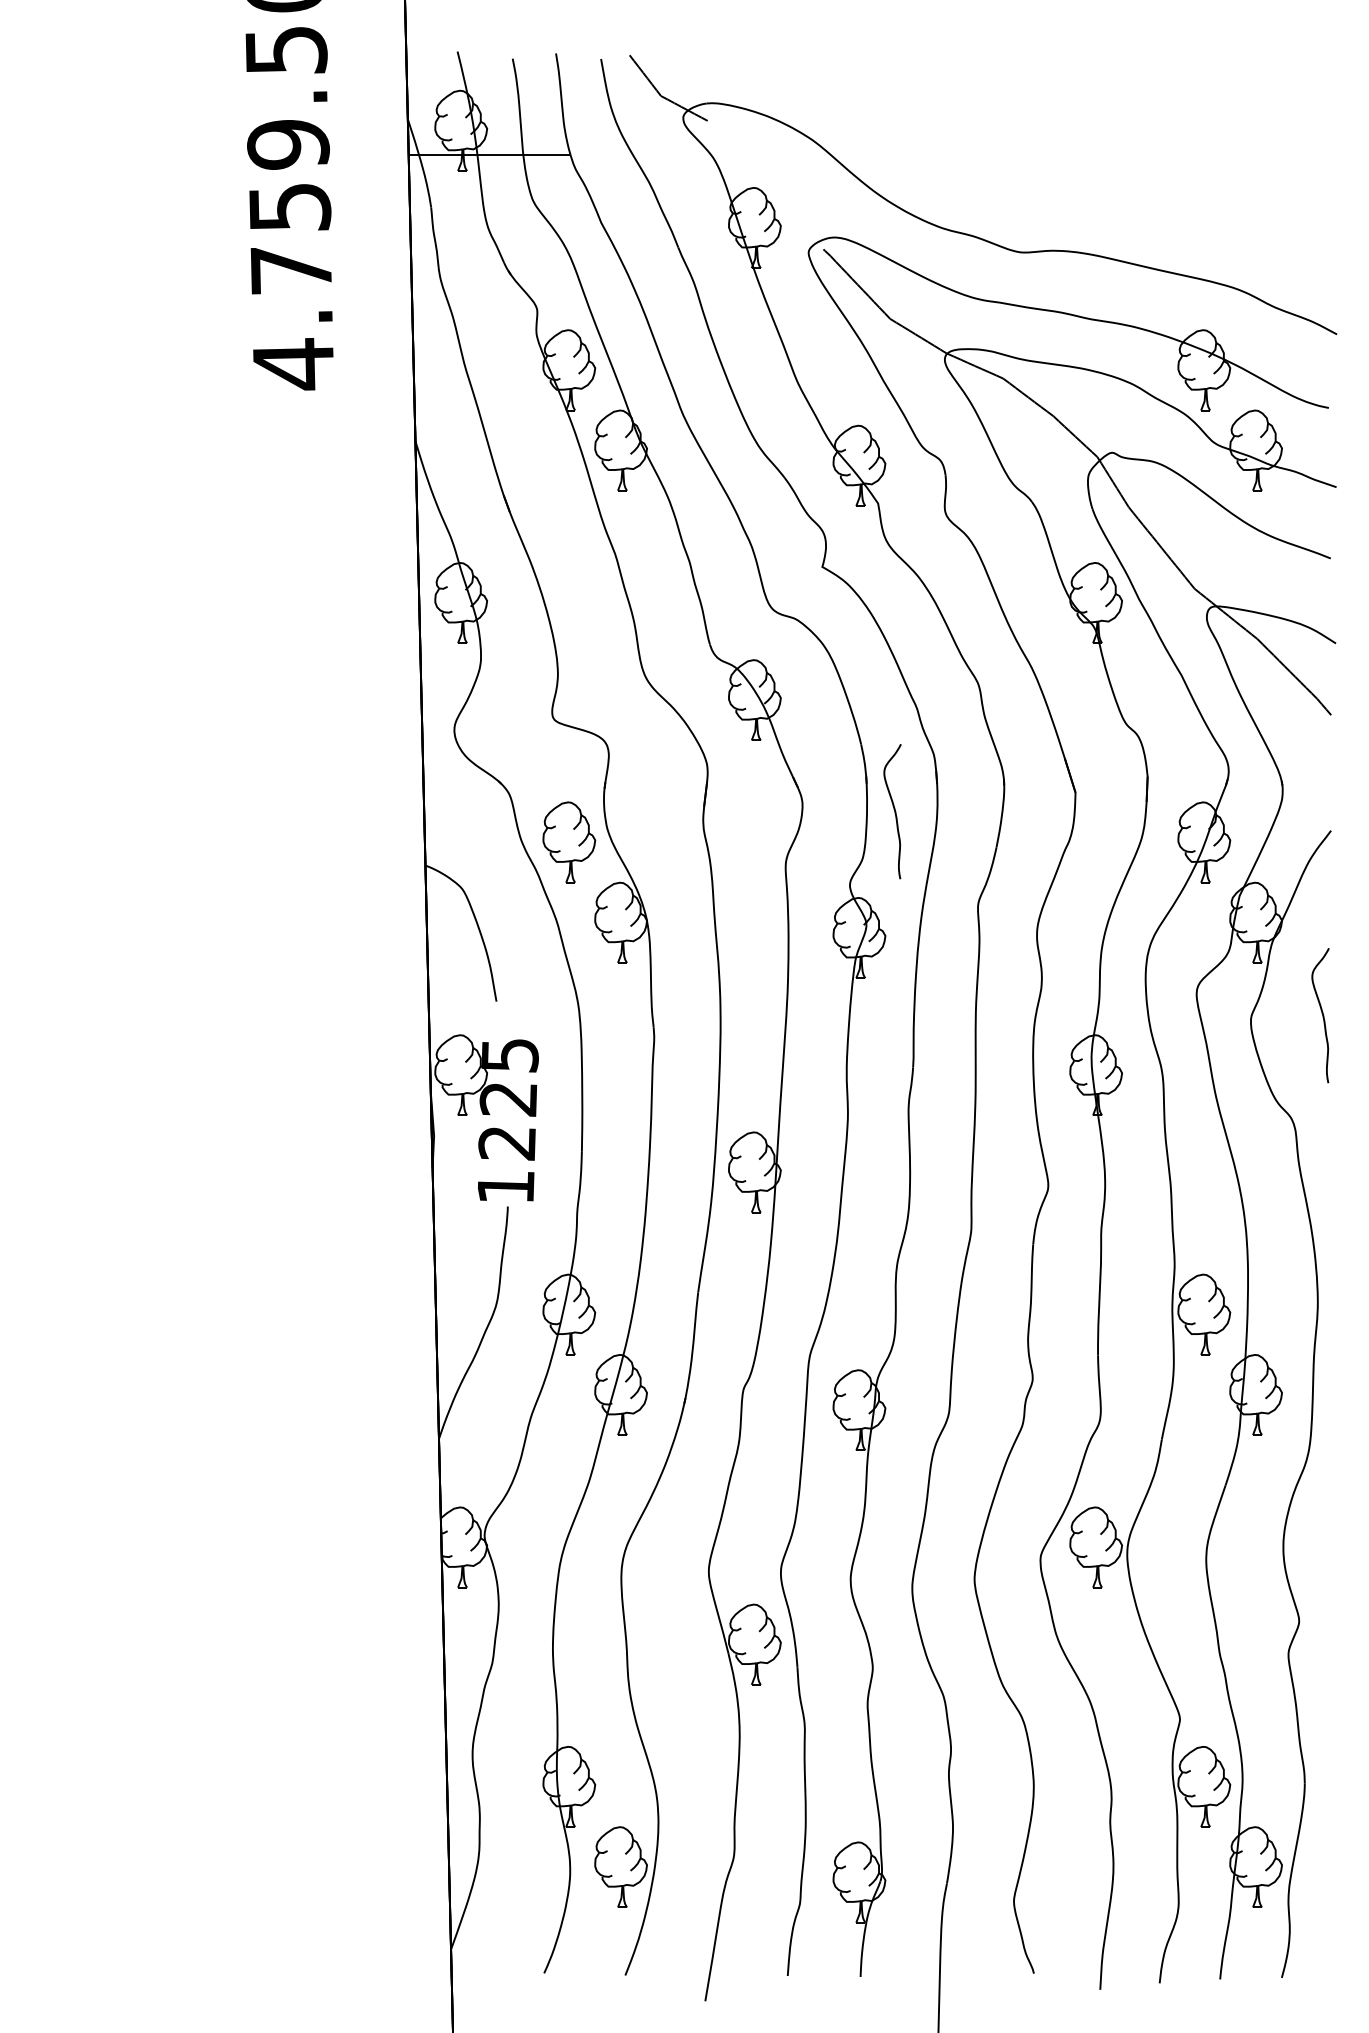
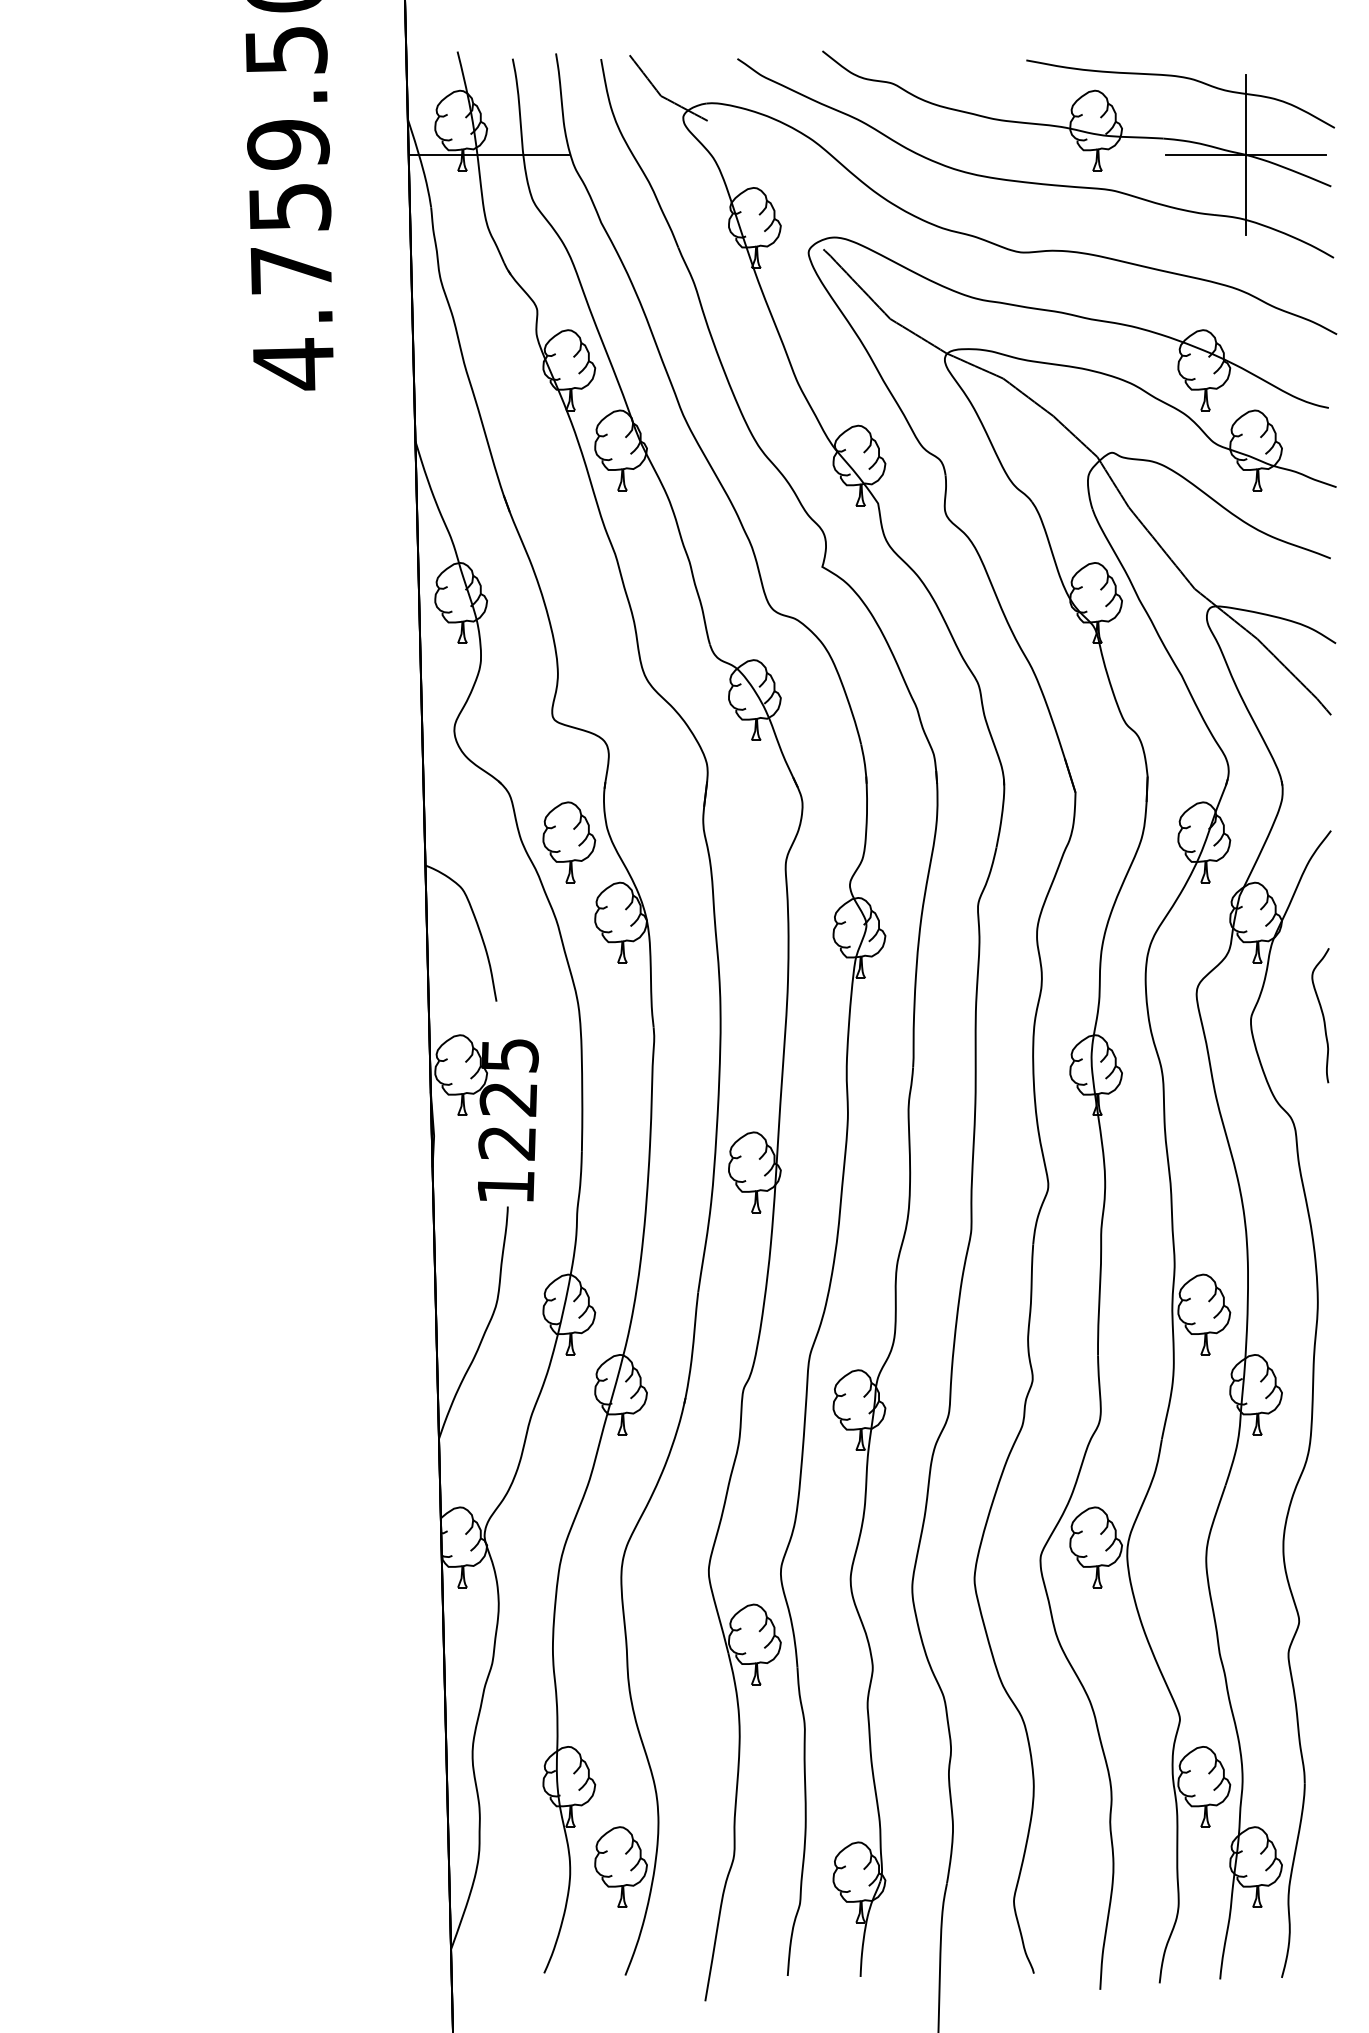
part at (1029, 181): none -> present
curve at (894, 811): present -> none
